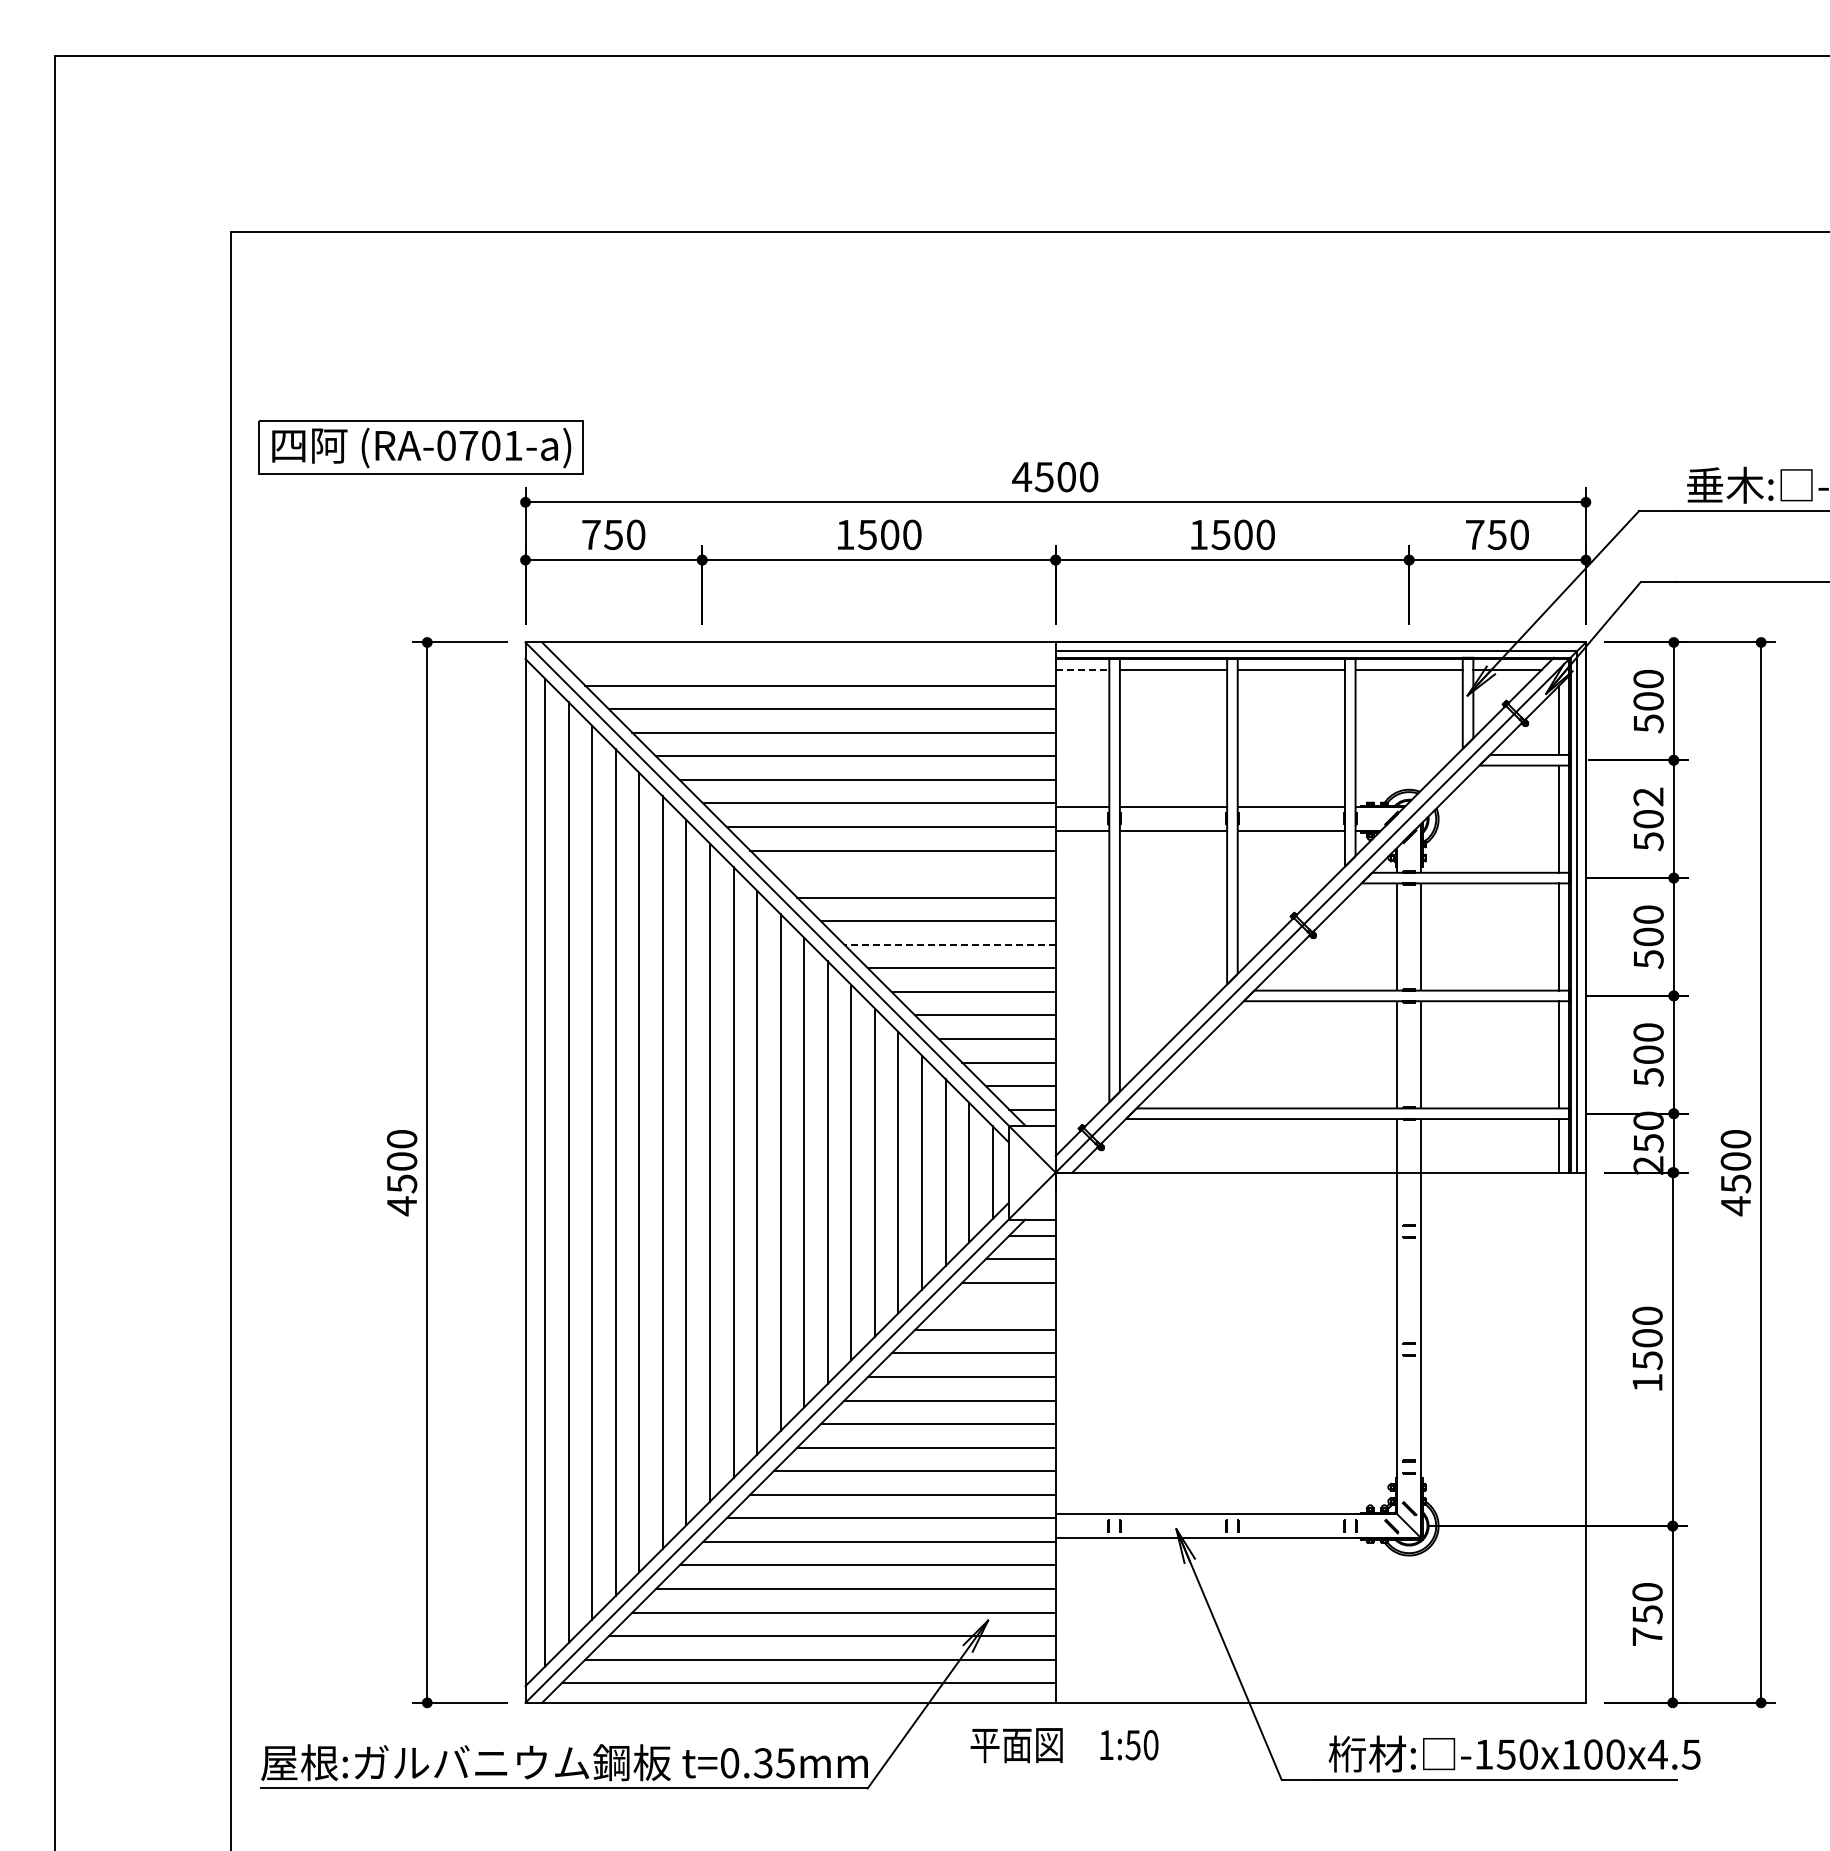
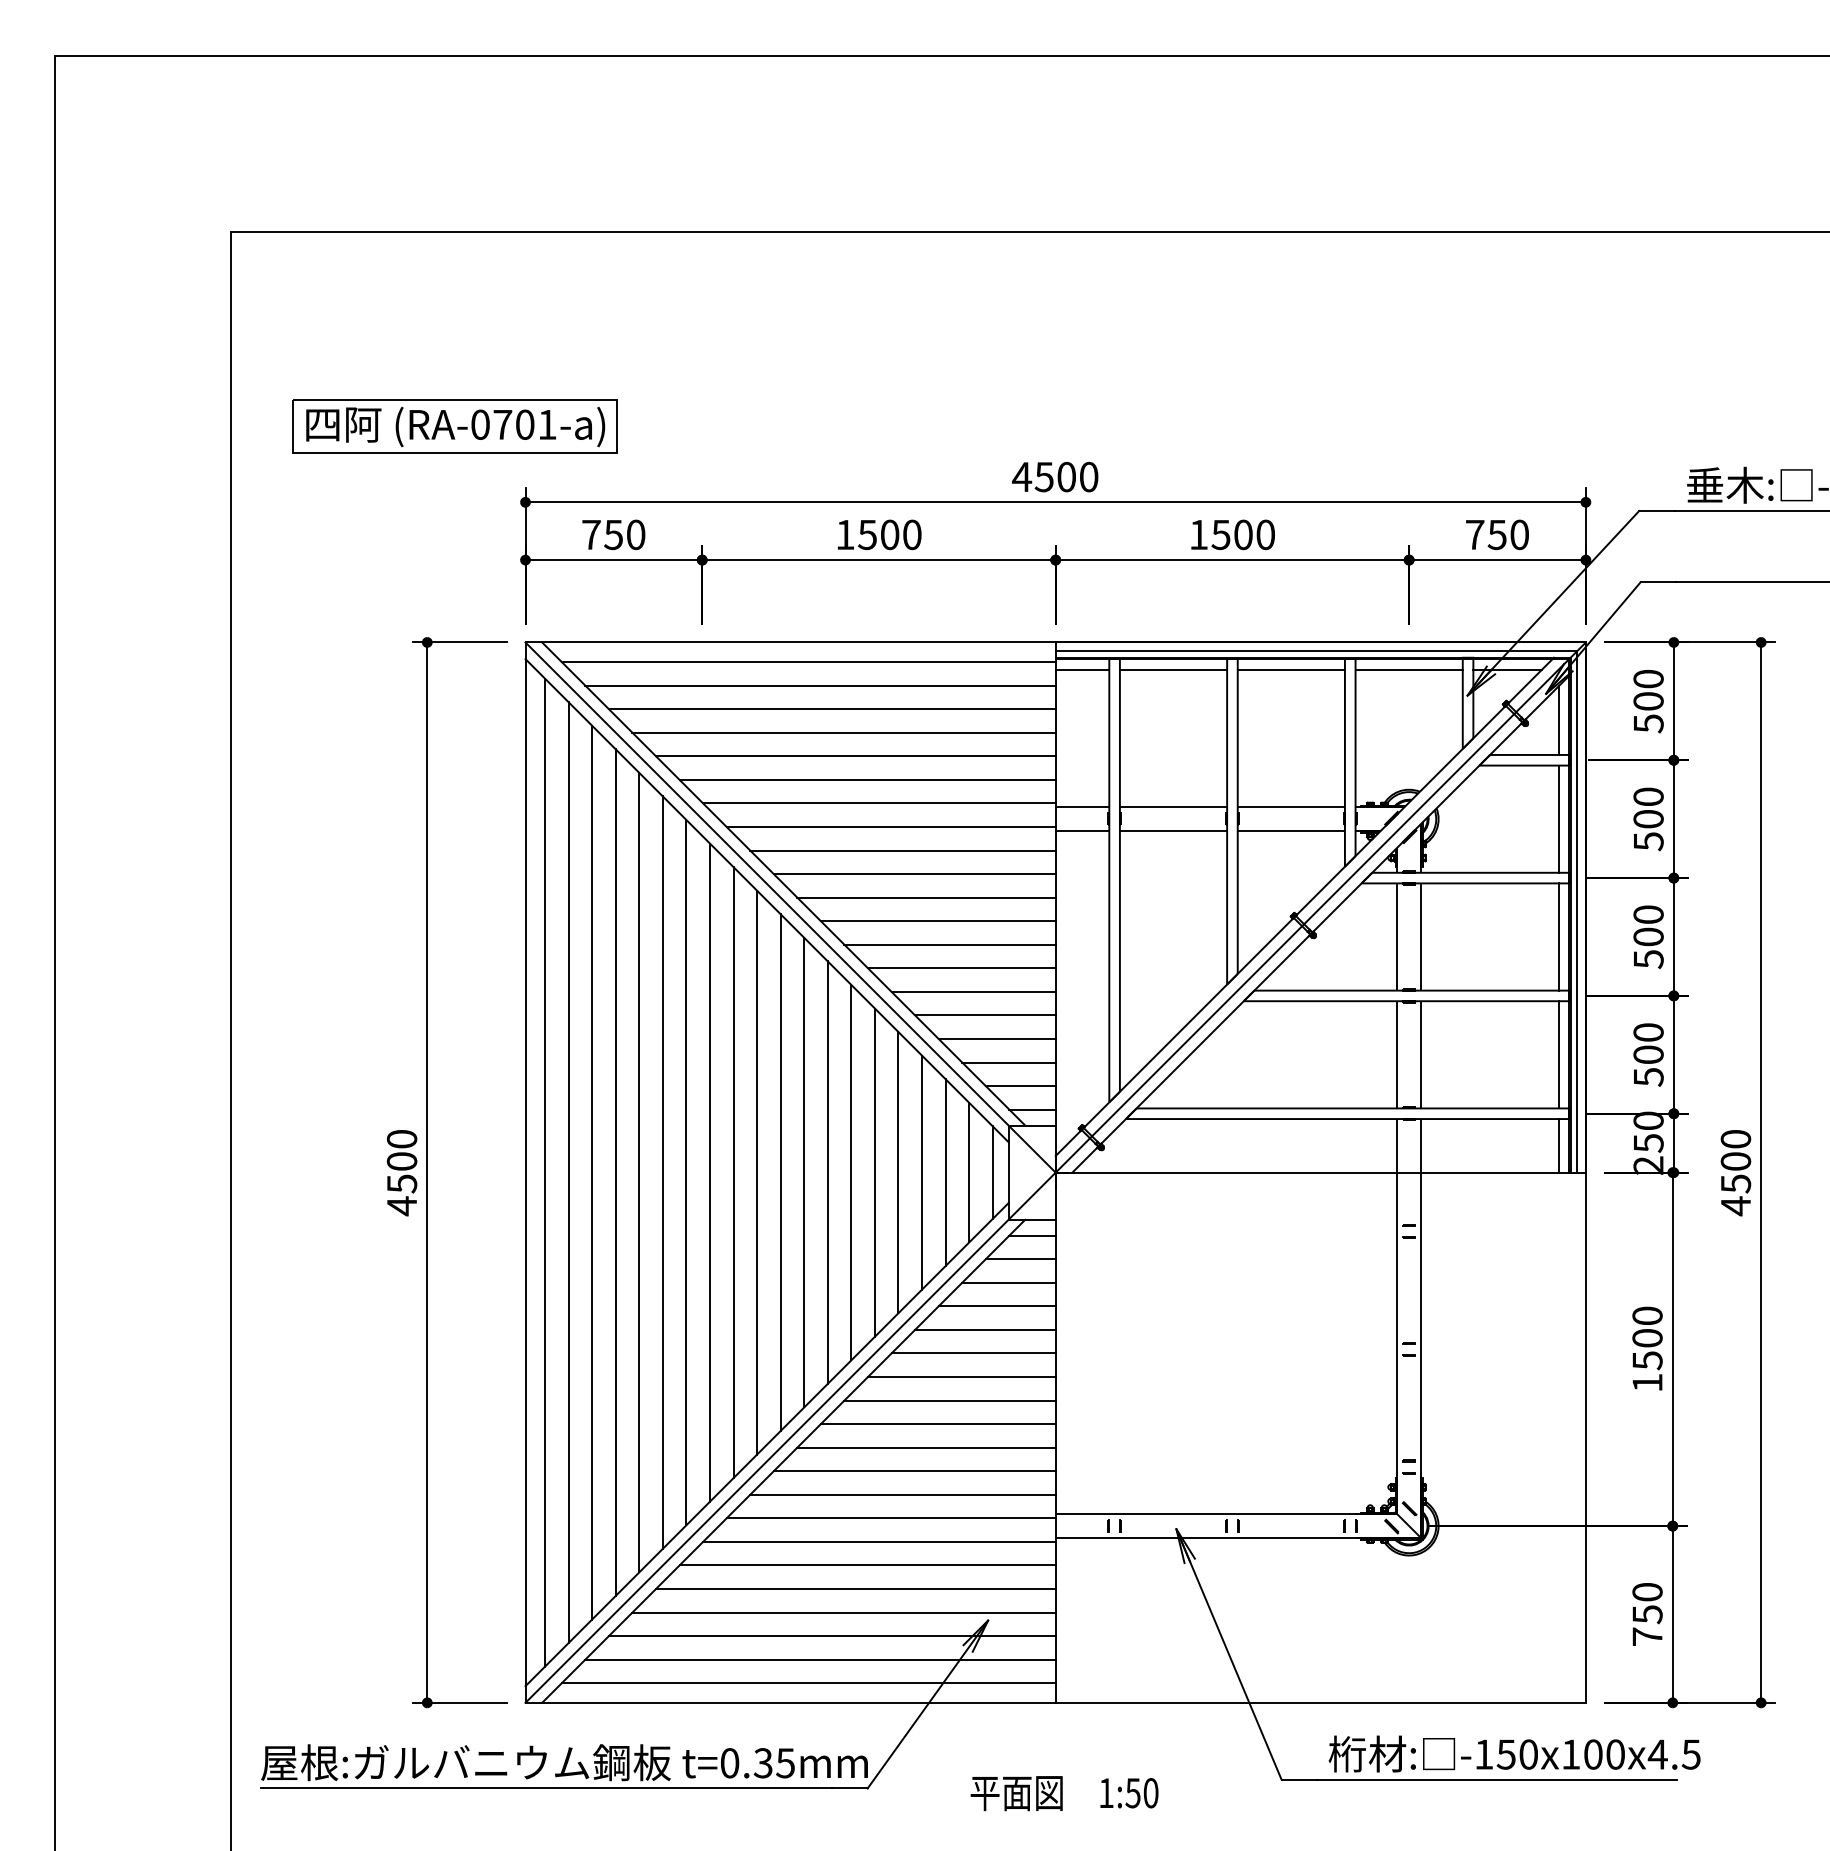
part at (420, 447) position: (420, 447) -> (454, 426)
line at (808, 661): none -> present
line at (1082, 669): dashed -> solid
text at (1648, 796): 502 -> 500
line at (914, 874): none -> present
line at (950, 944): dashed -> solid
line at (996, 1306): none -> present
text at (1064, 1745) position: (1064, 1745) -> (1064, 1793)
